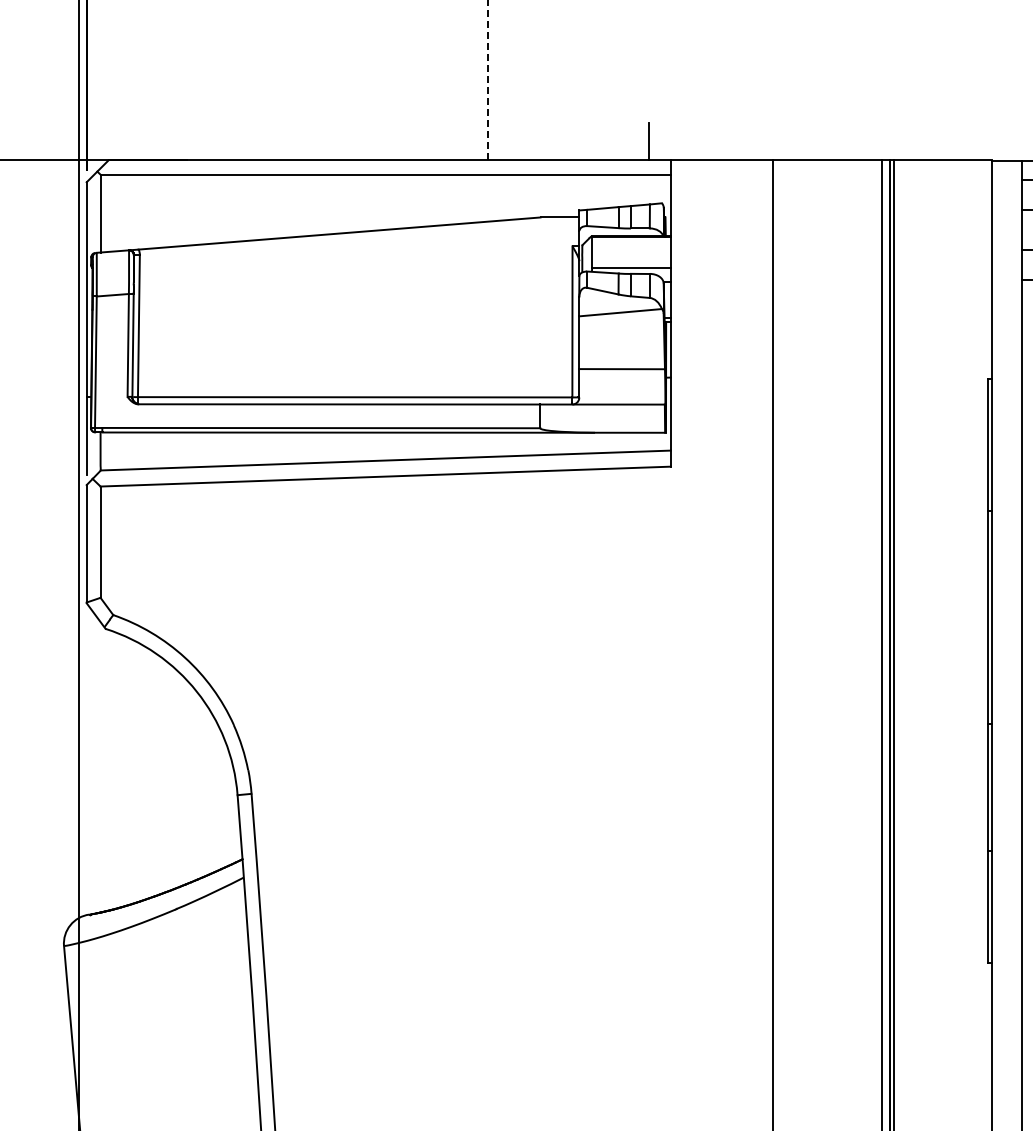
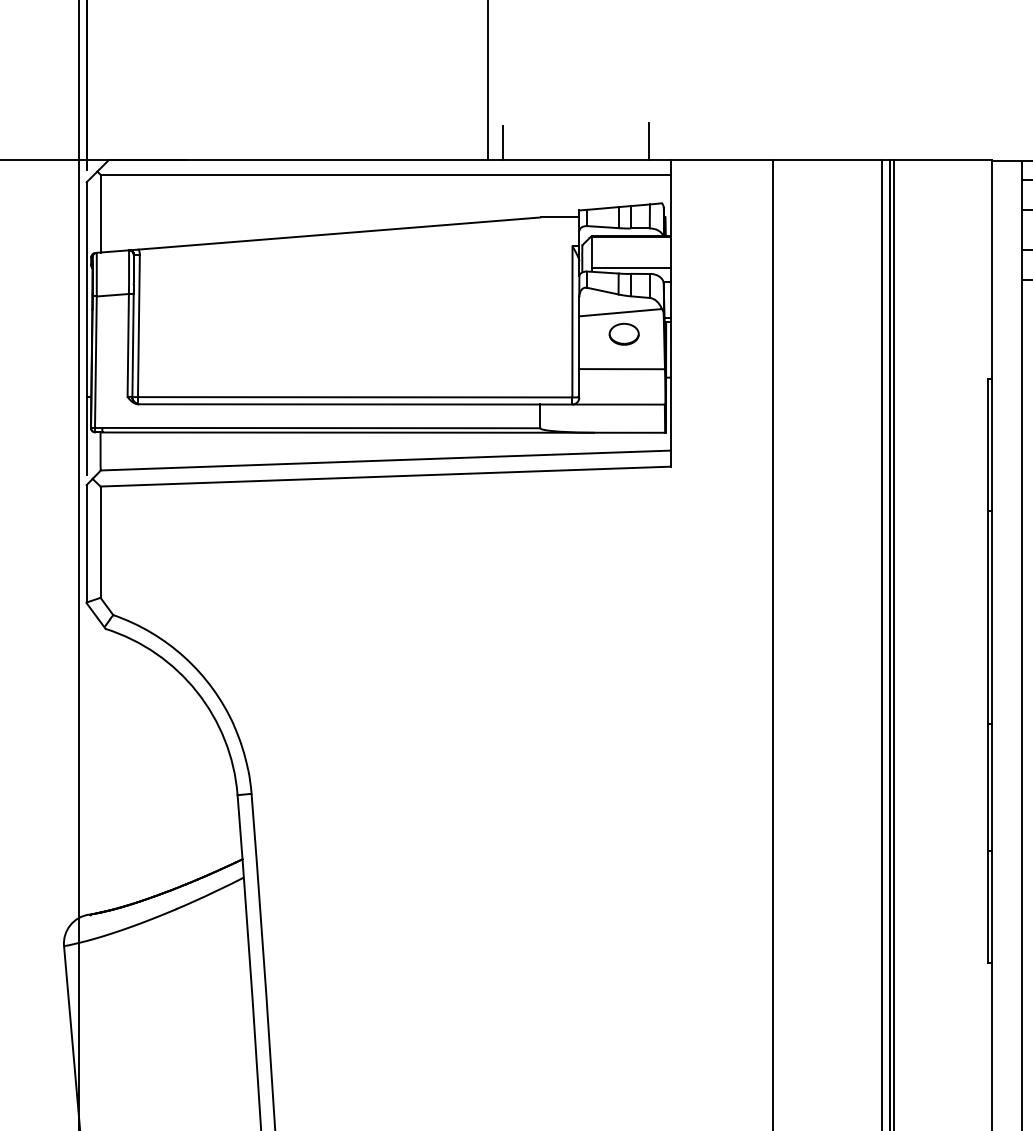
line at (488, 80): dashed -> solid
line at (503, 143): none -> present
part at (623, 333): none -> present
